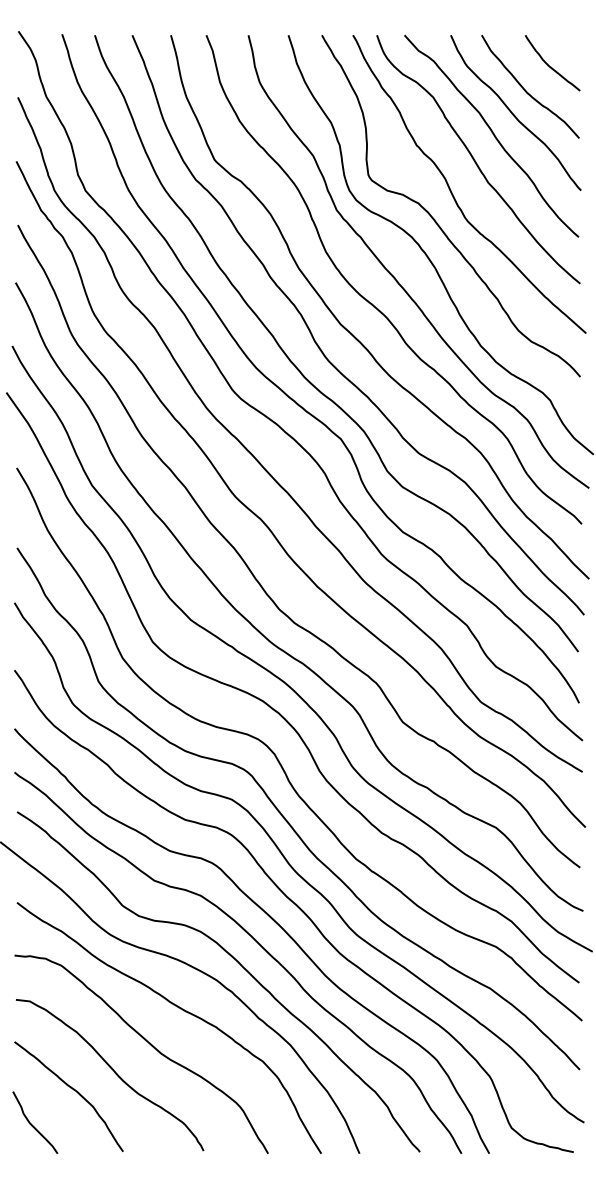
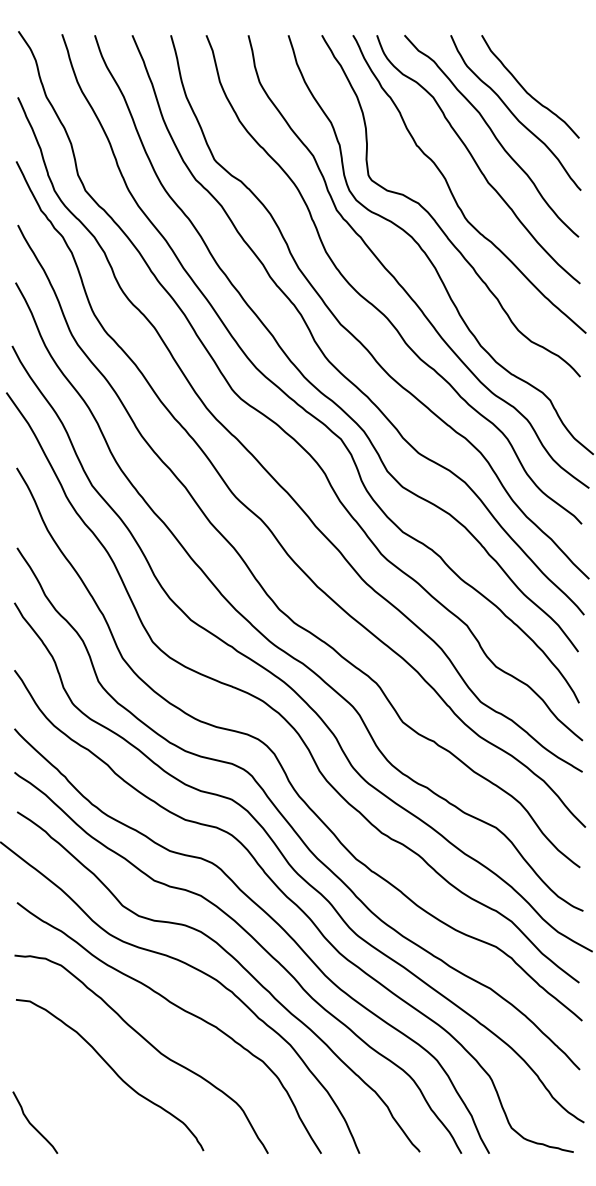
curve at (551, 66): present -> none
curve at (73, 1090): present -> none
